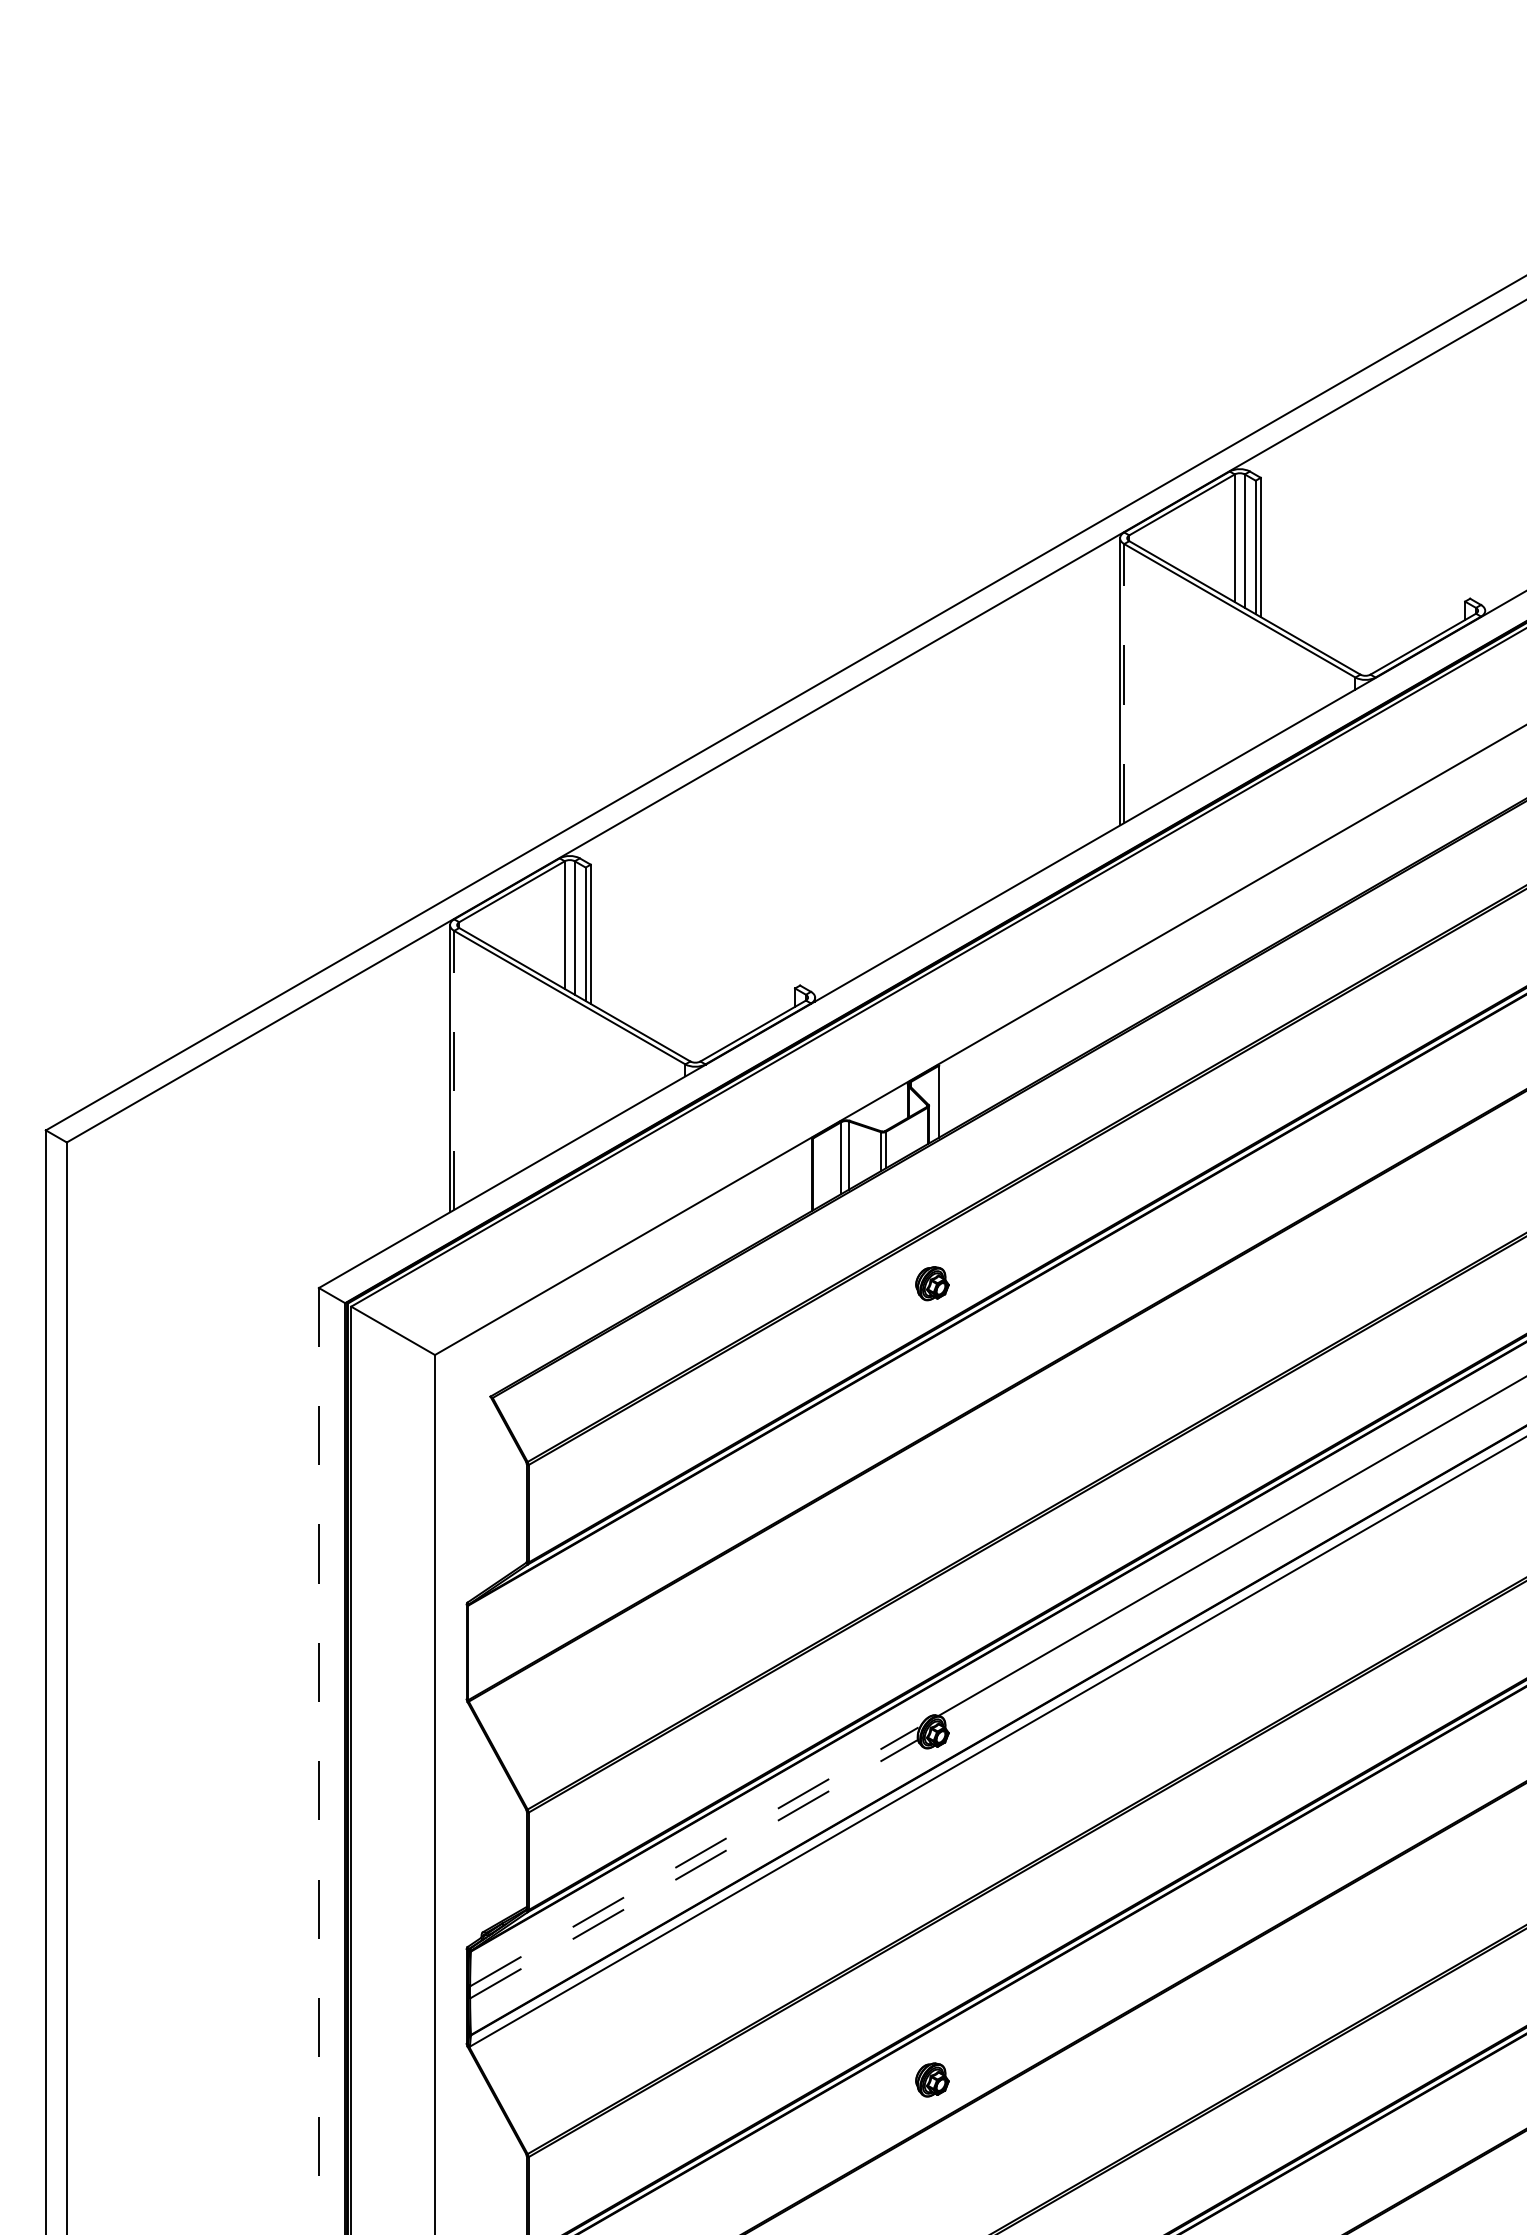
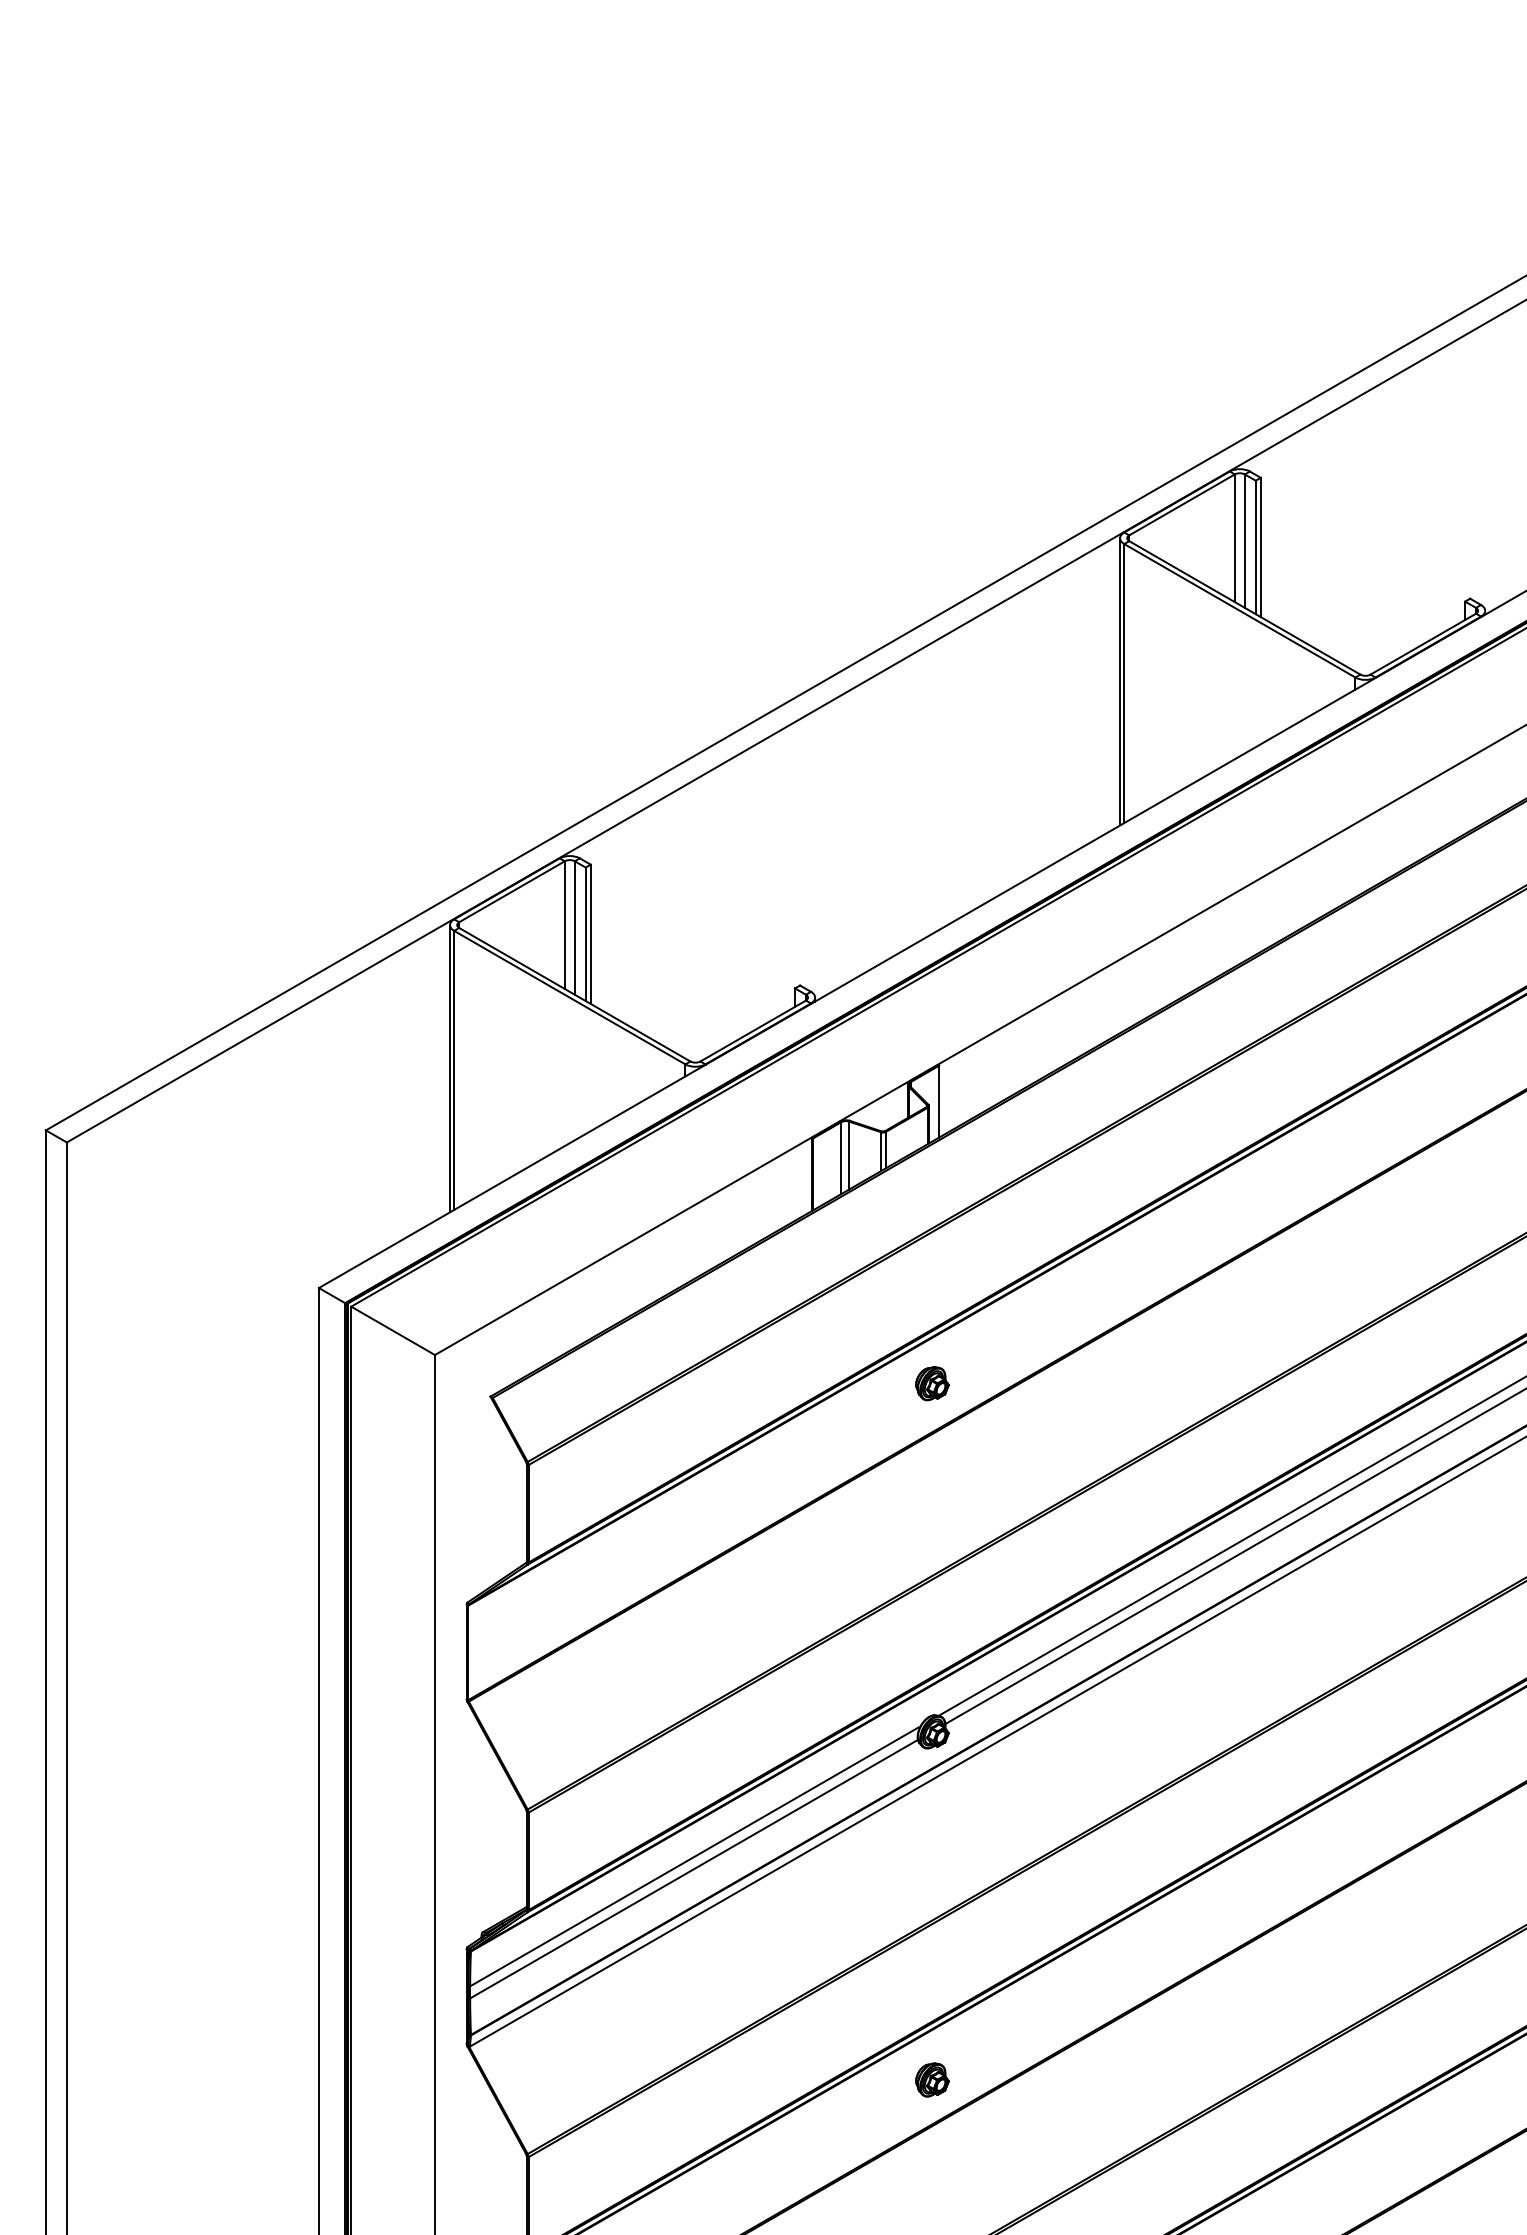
line at (1124, 683): dashed -> solid
line at (454, 1070): dashed -> solid
part at (932, 1283) position: (932, 1283) -> (932, 1383)
line at (1234, 1557): none -> present
line at (318, 1760): dashed -> solid
line at (694, 1856): dashed -> solid
line at (694, 1869): dashed -> solid
